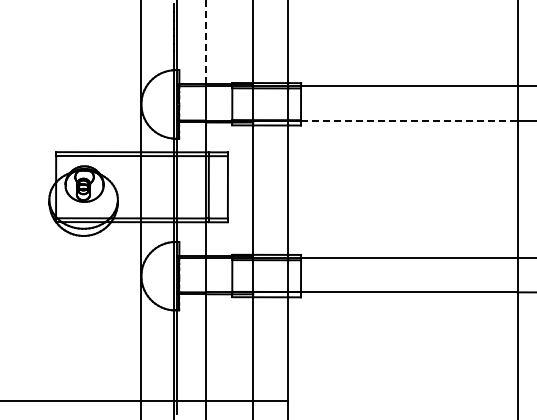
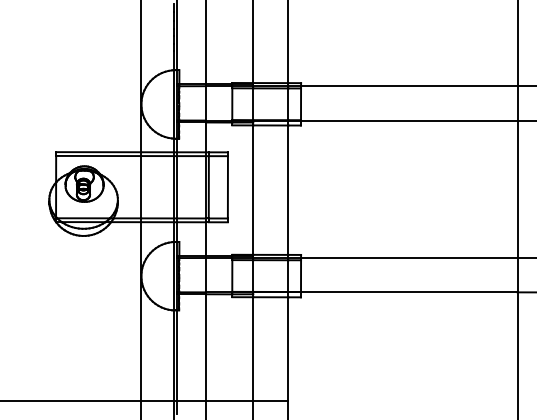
line at (206, 41): dashed -> solid
line at (409, 120): dashed -> solid
